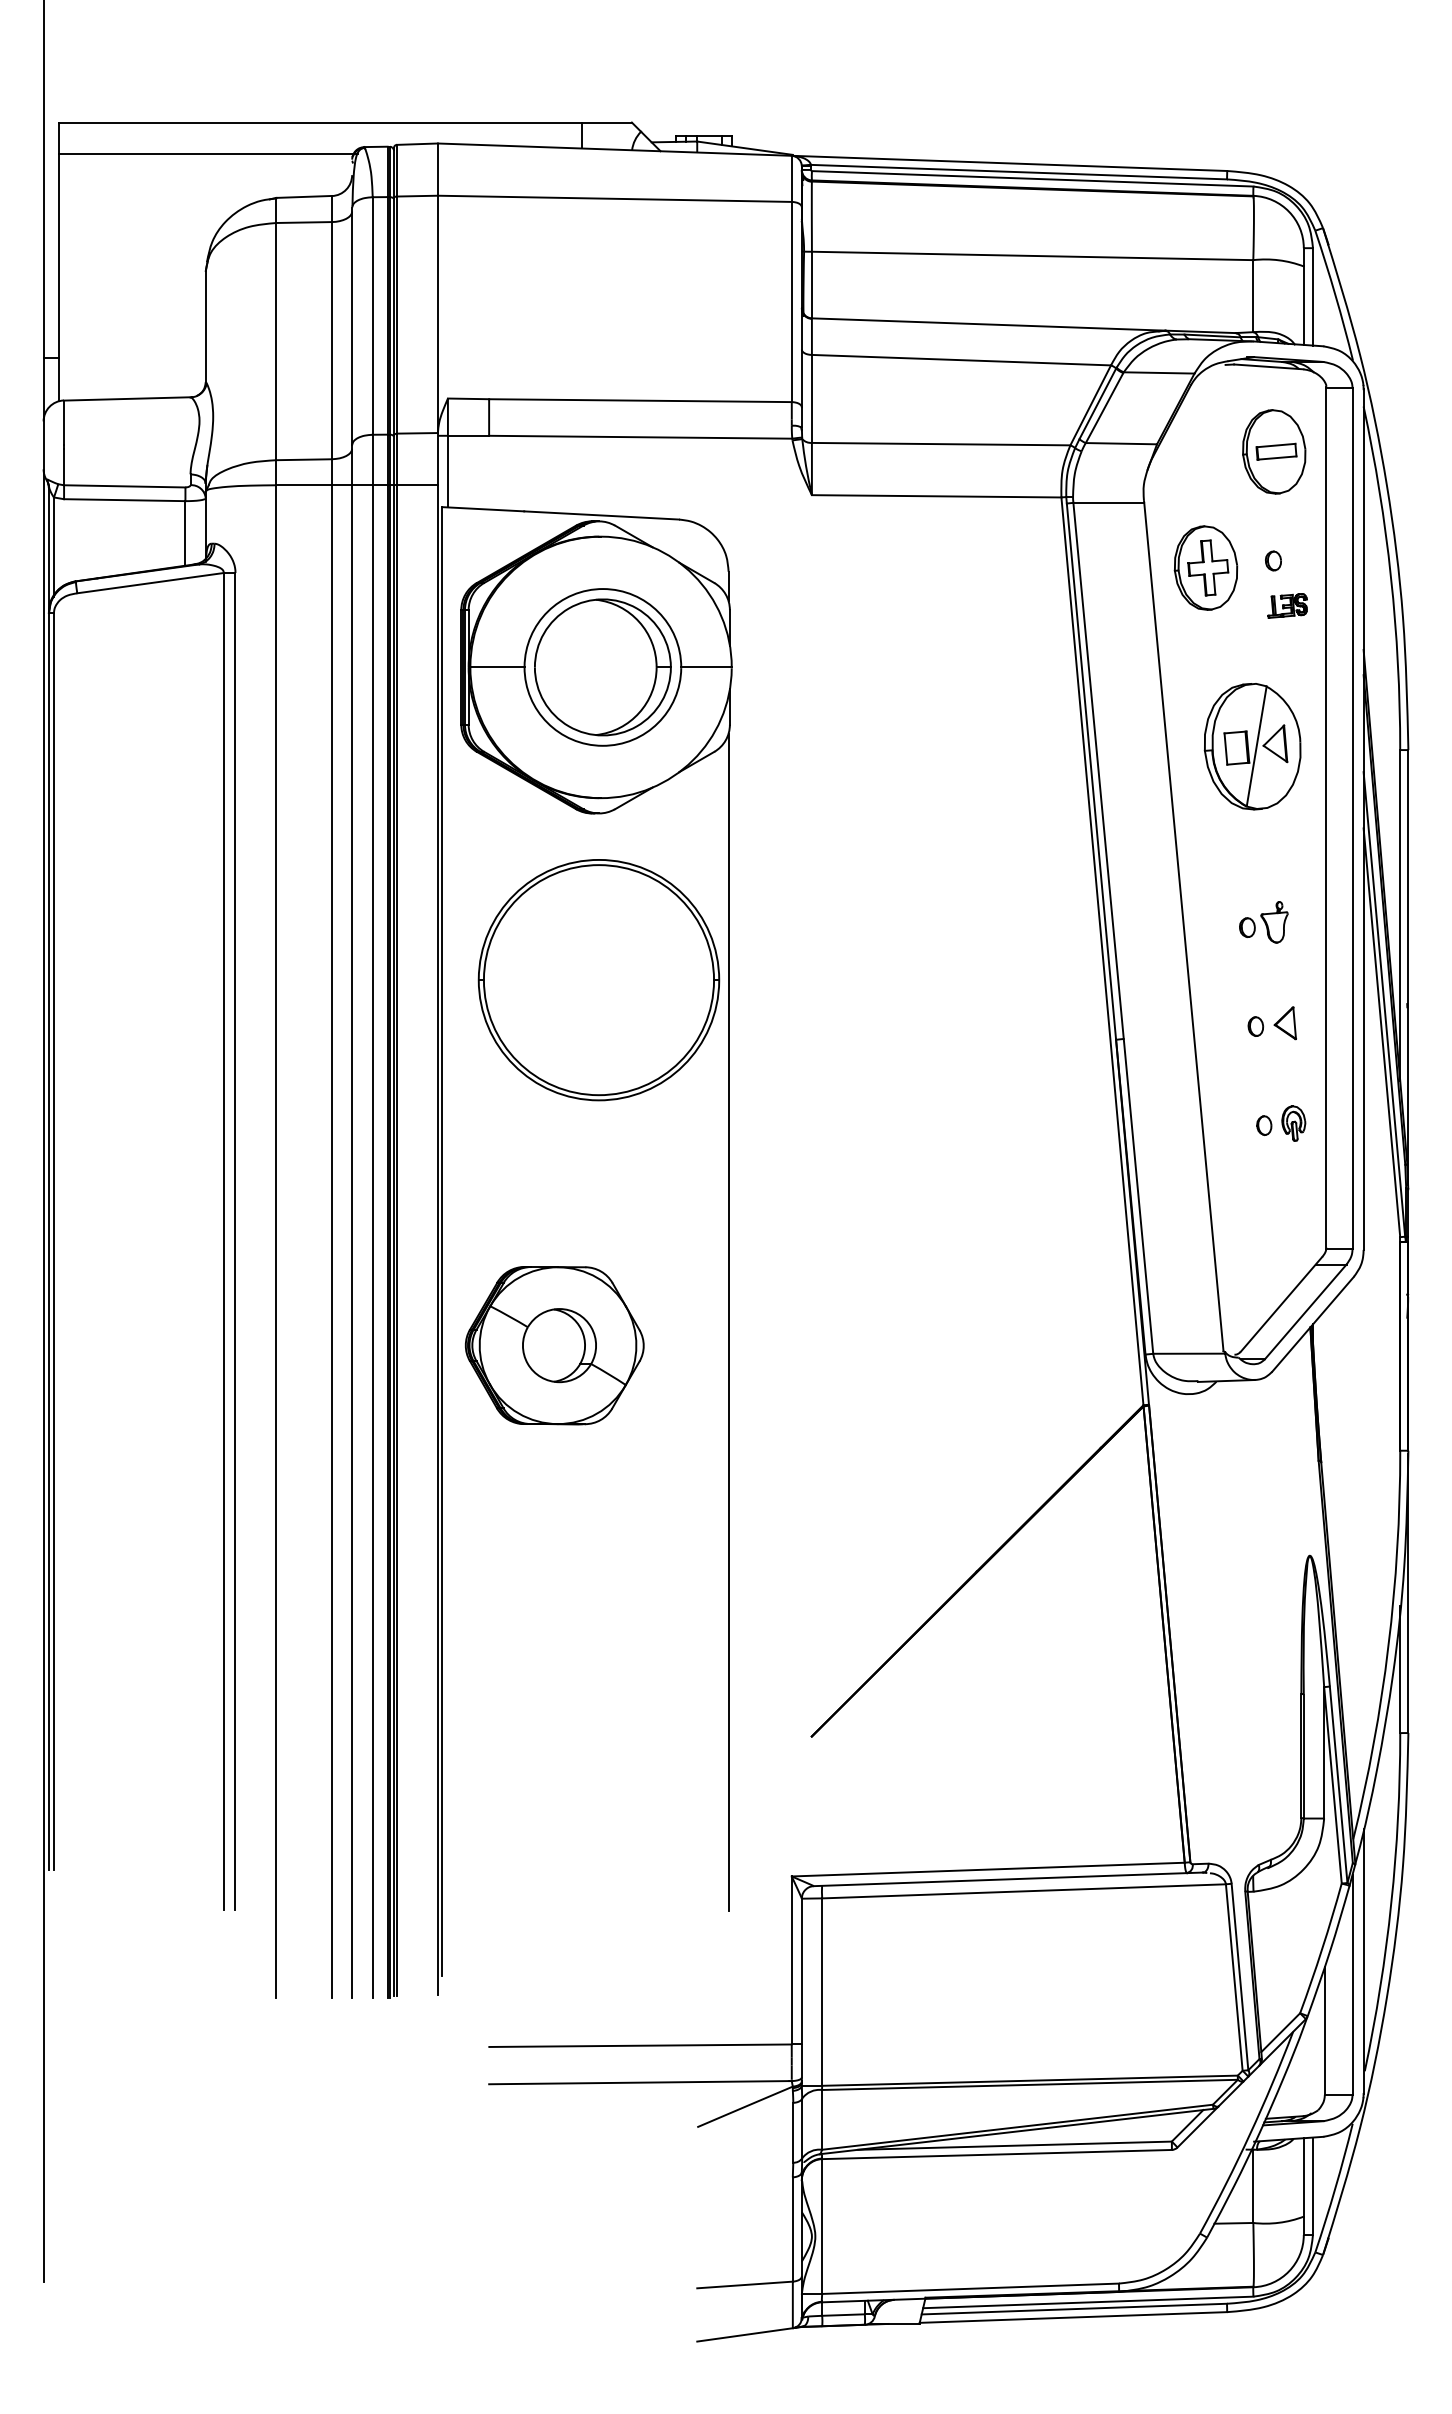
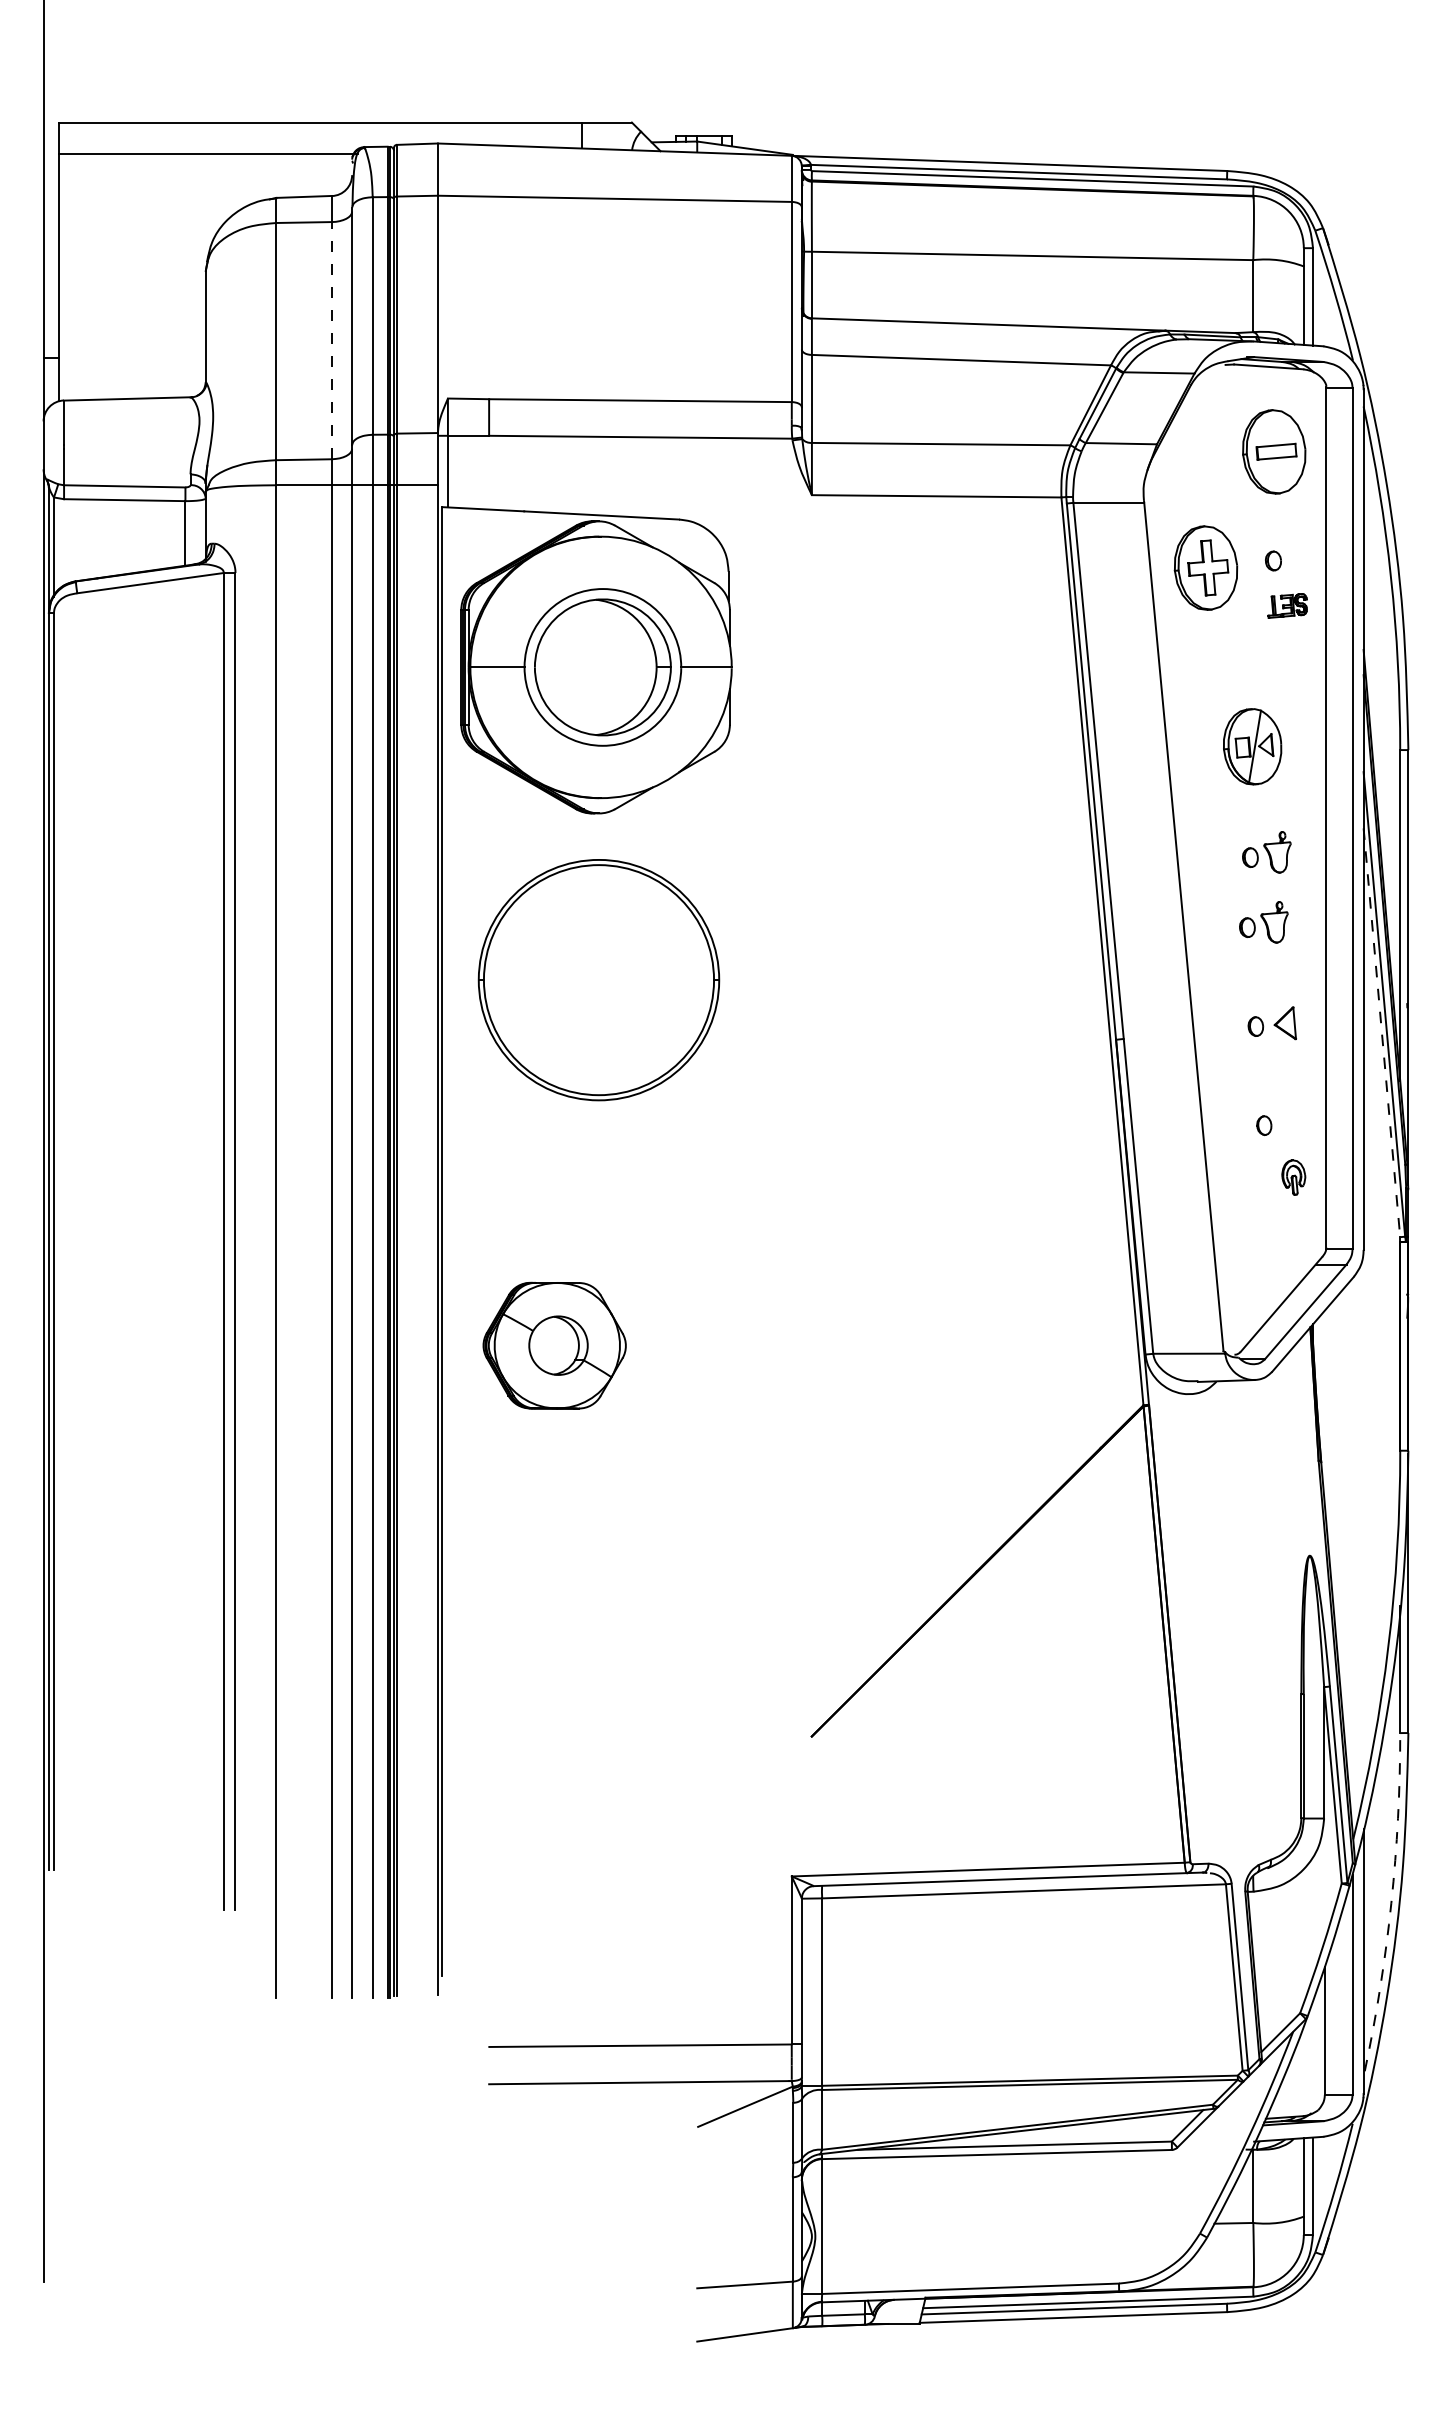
line at (332, 340): solid -> dashed
part at (1252, 746) size: 99x128 px -> 60x78 px
part at (1266, 852): none -> present
line at (1381, 1033): solid -> dashed
part at (1293, 1123) position: (1293, 1123) -> (1293, 1177)
line at (728, 1322): present -> none
part at (554, 1345) size: 181x160 px -> 145x129 px
arc at (1391, 1903): solid -> dashed
